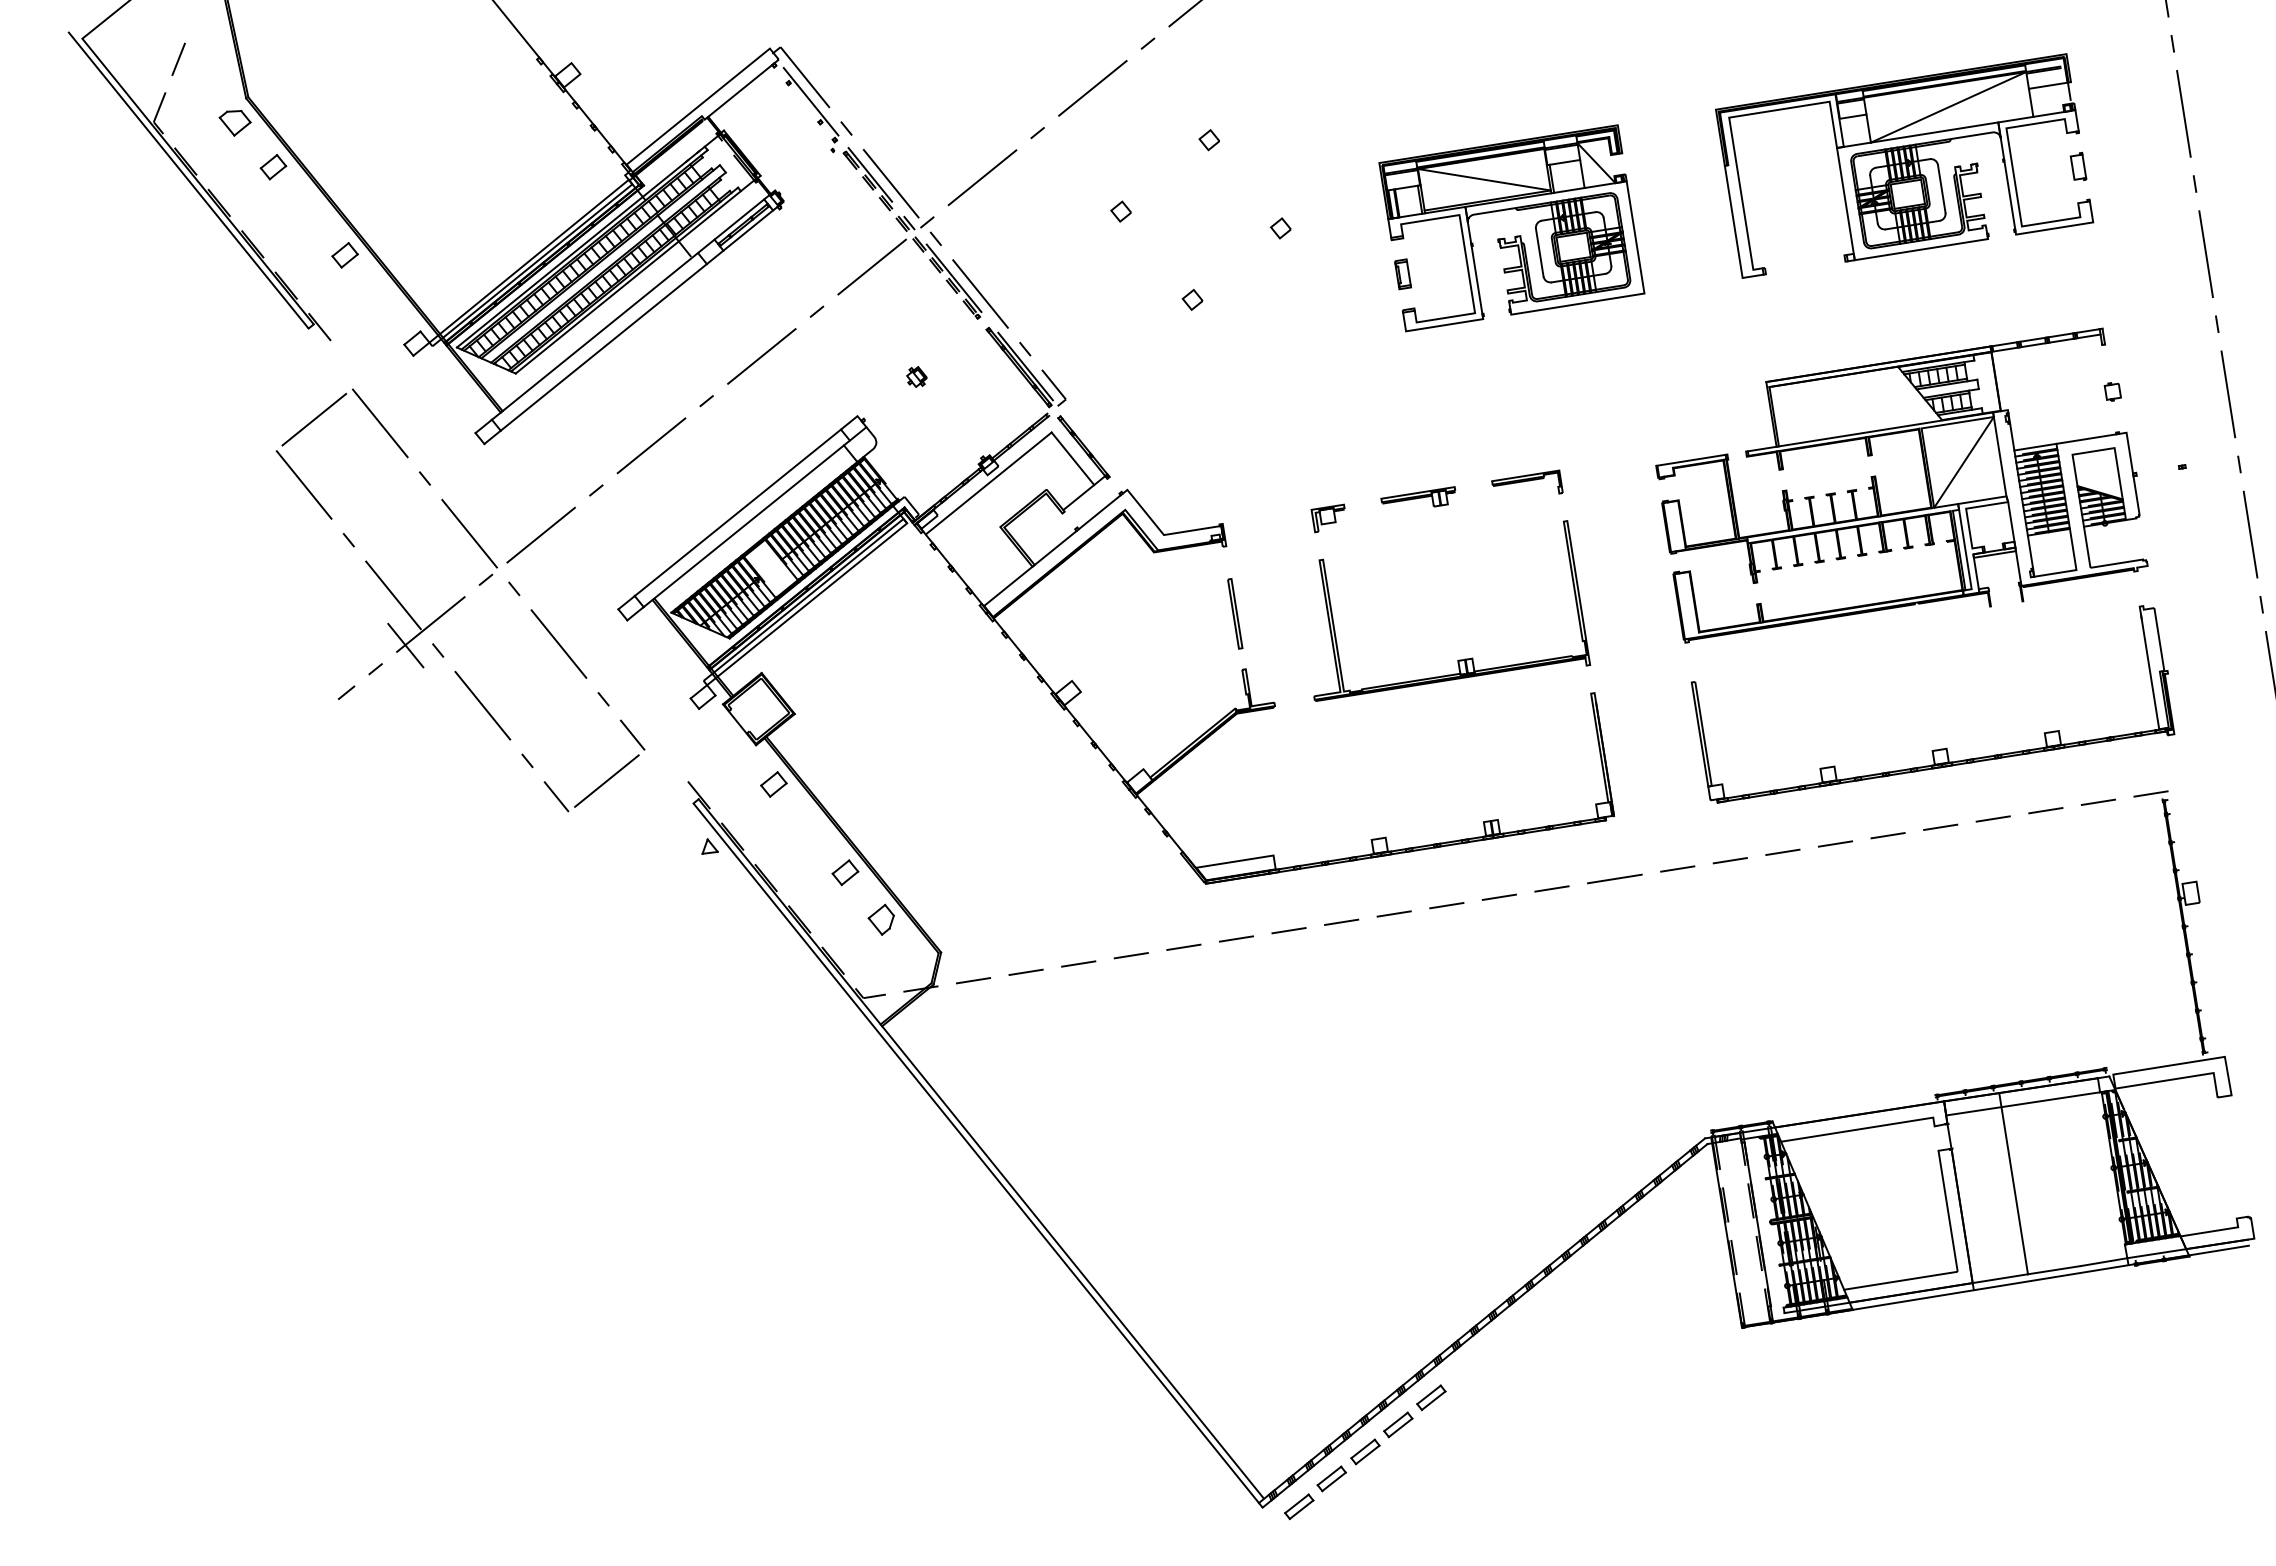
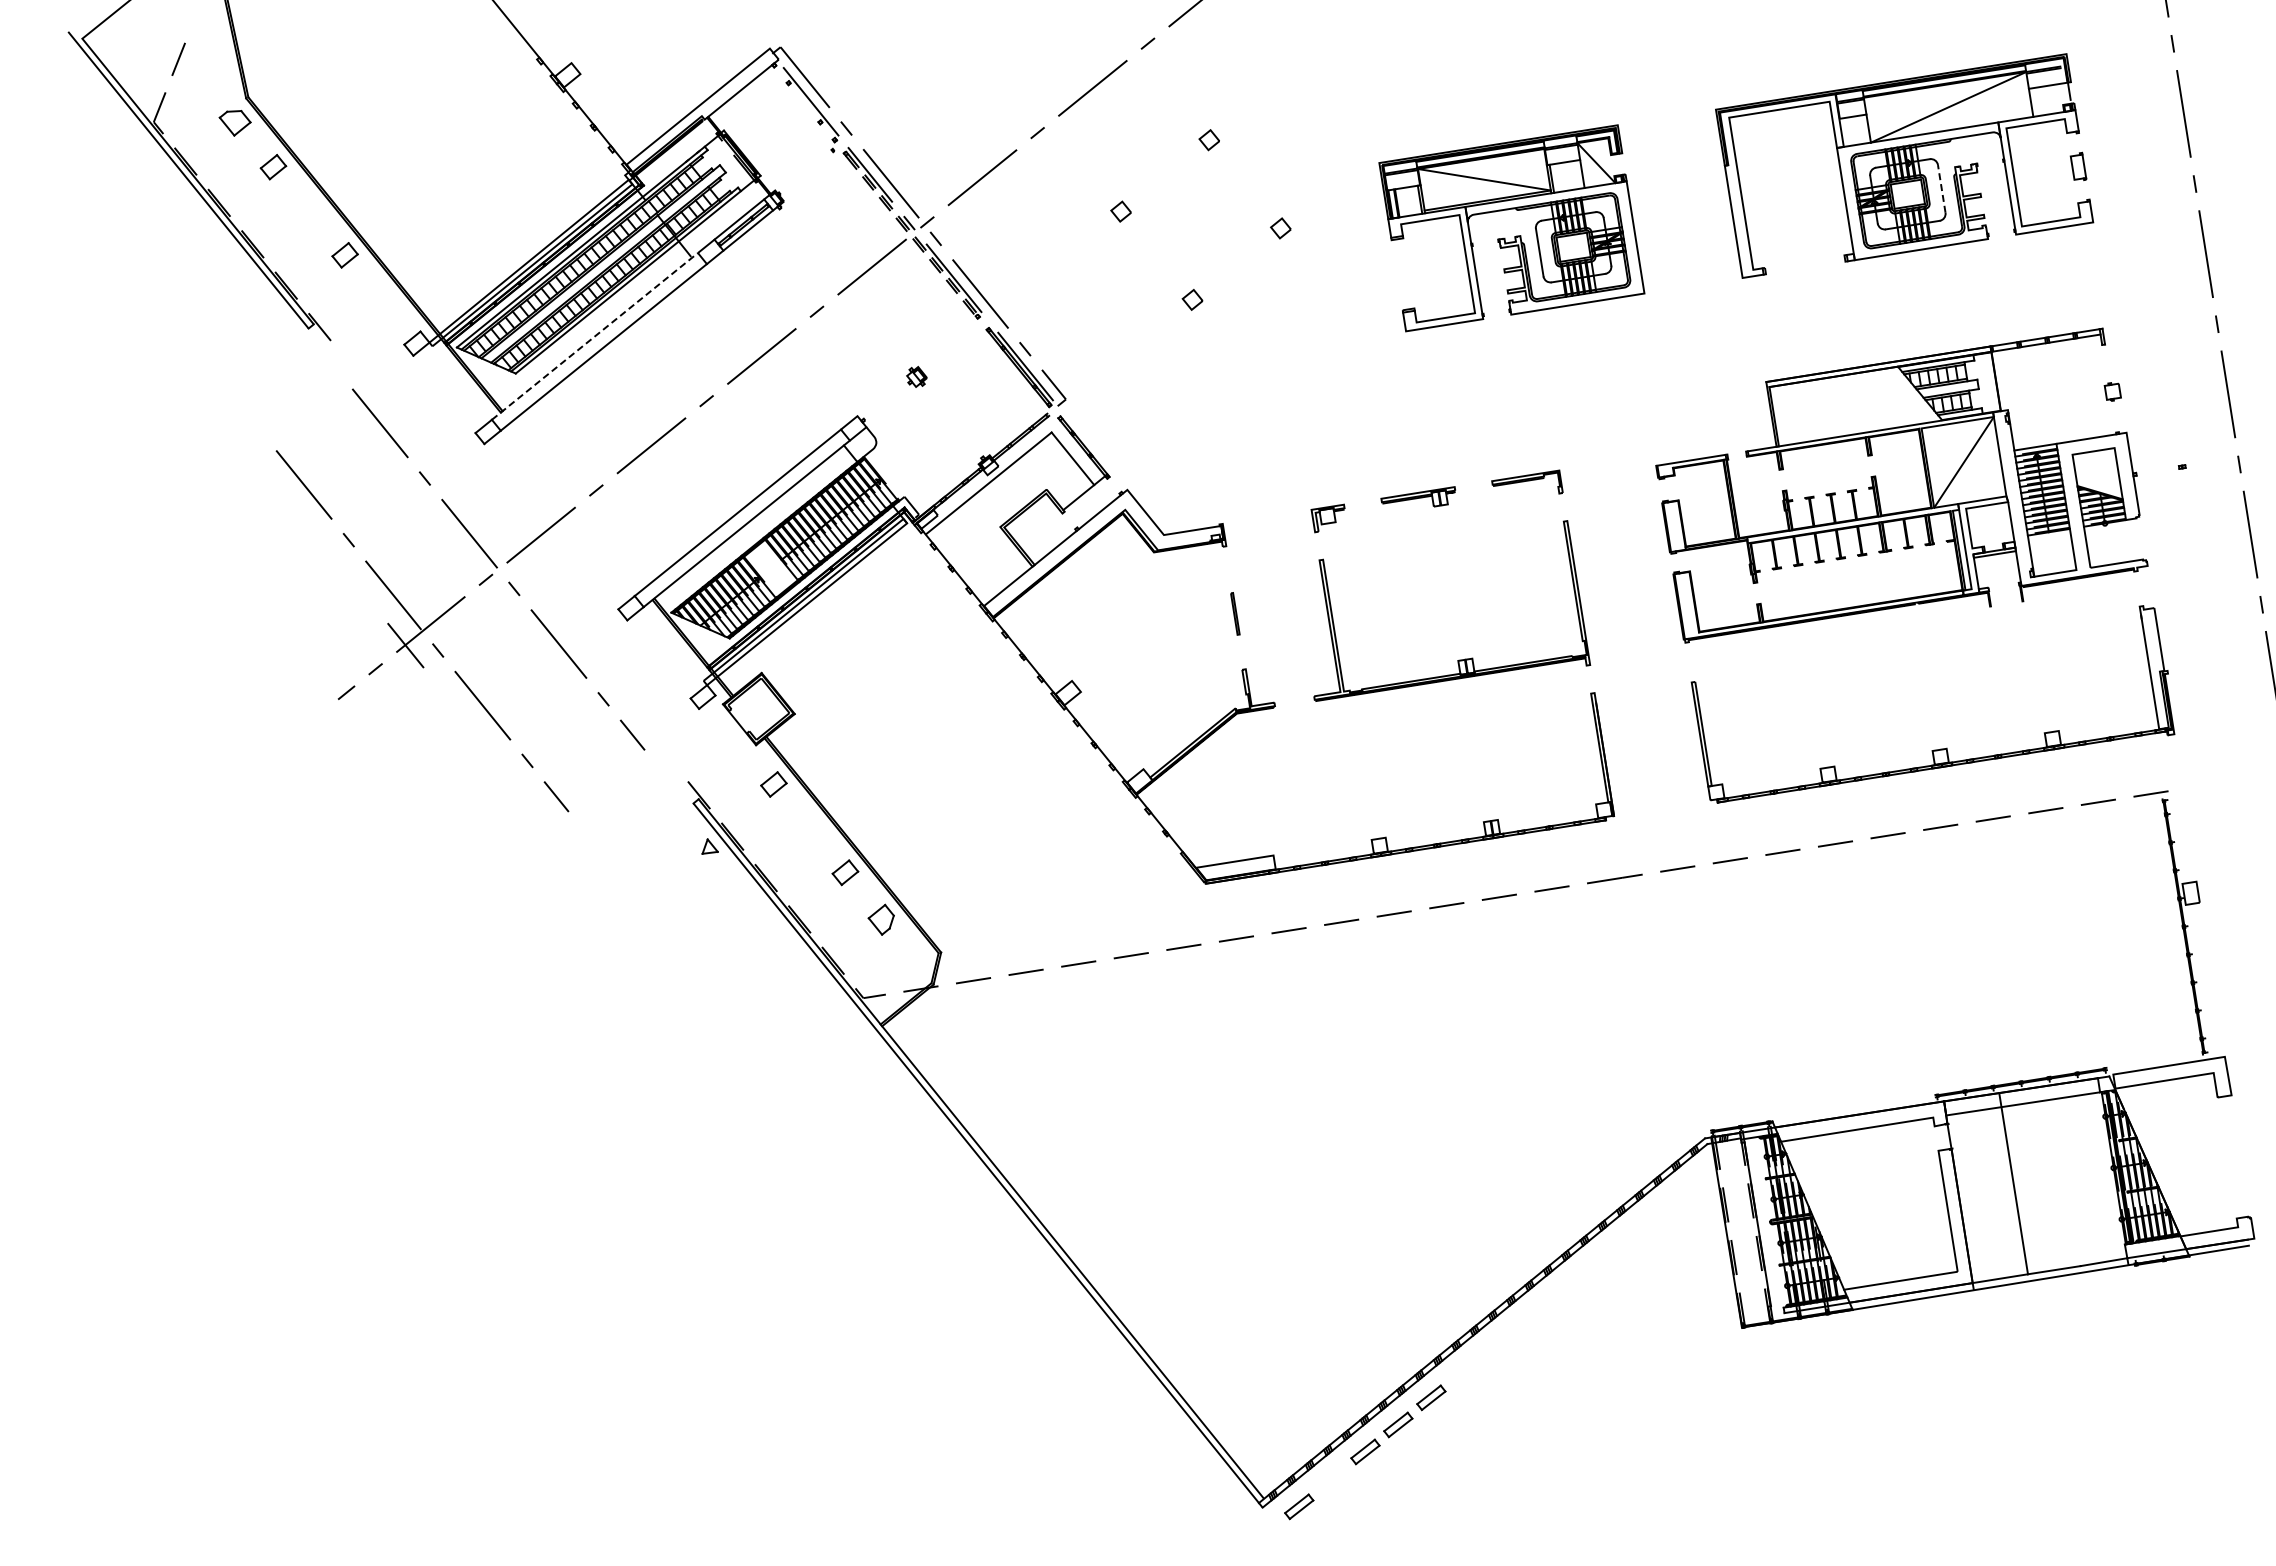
line at (1941, 188): solid -> dashed
part at (1402, 274): present -> none
line at (594, 336): solid -> dashed
line at (313, 419): present -> none
part at (1235, 613) size: 17x72 px -> 11x44 px
line at (606, 780): present -> none
part at (1331, 1478): present -> none
